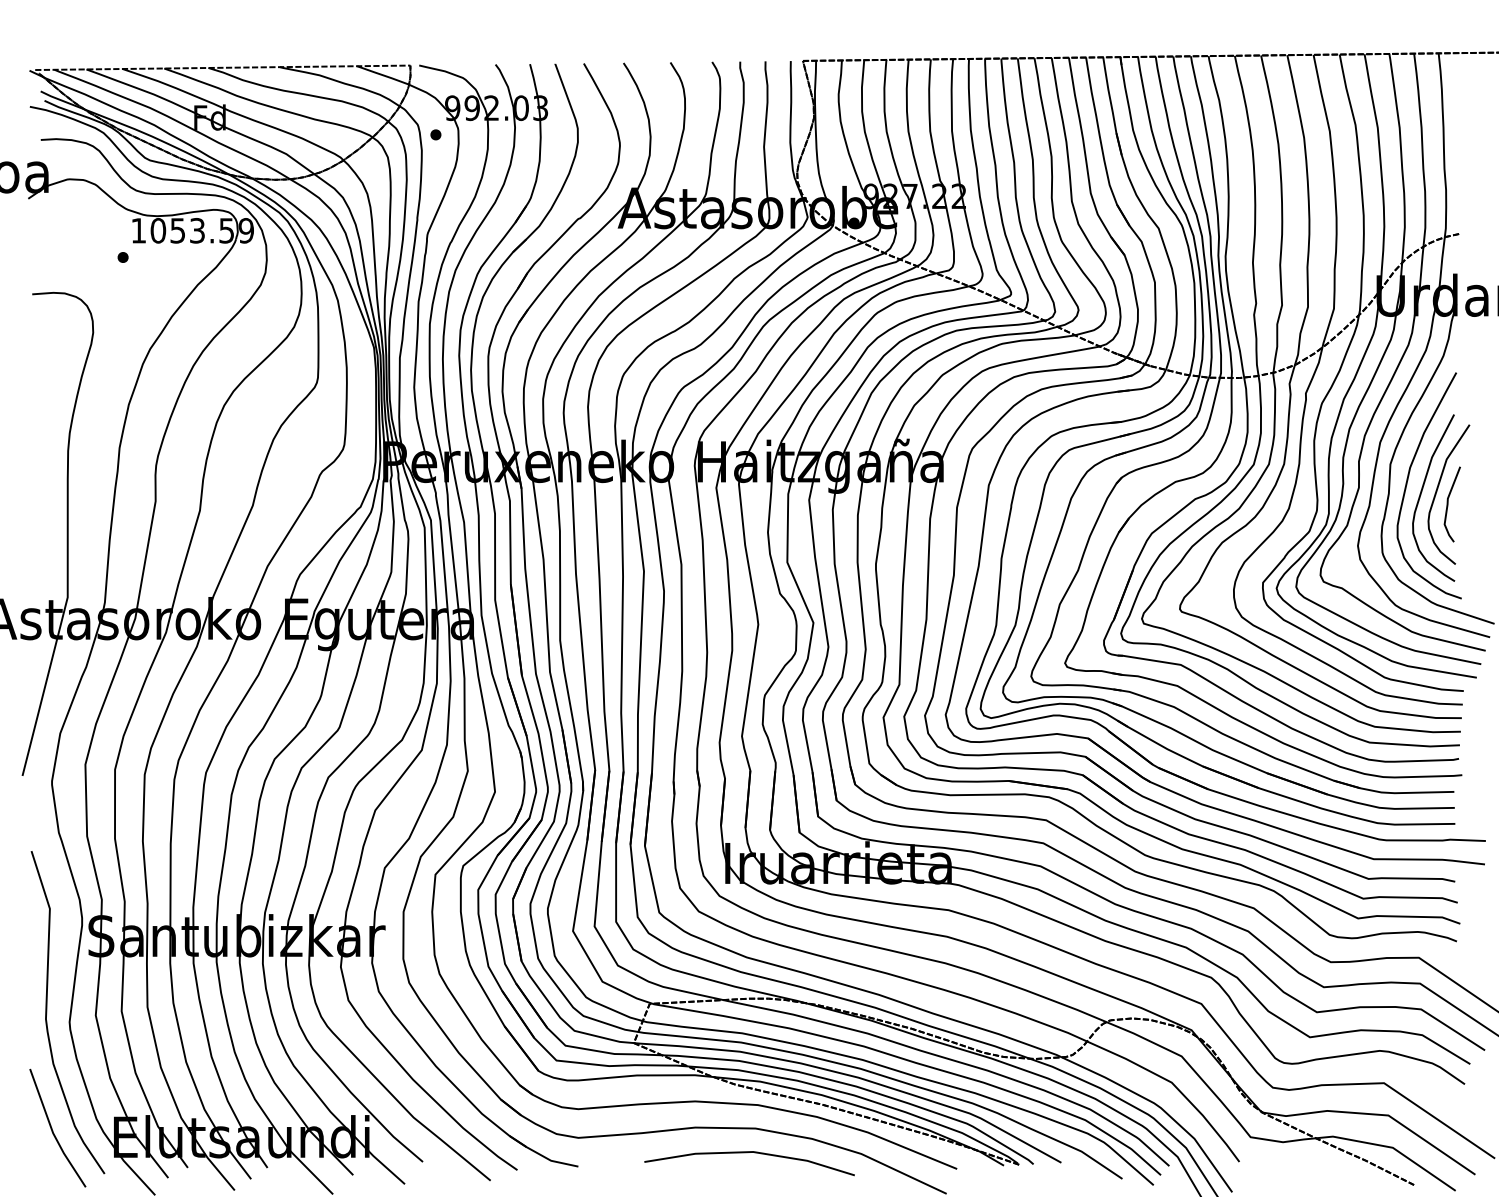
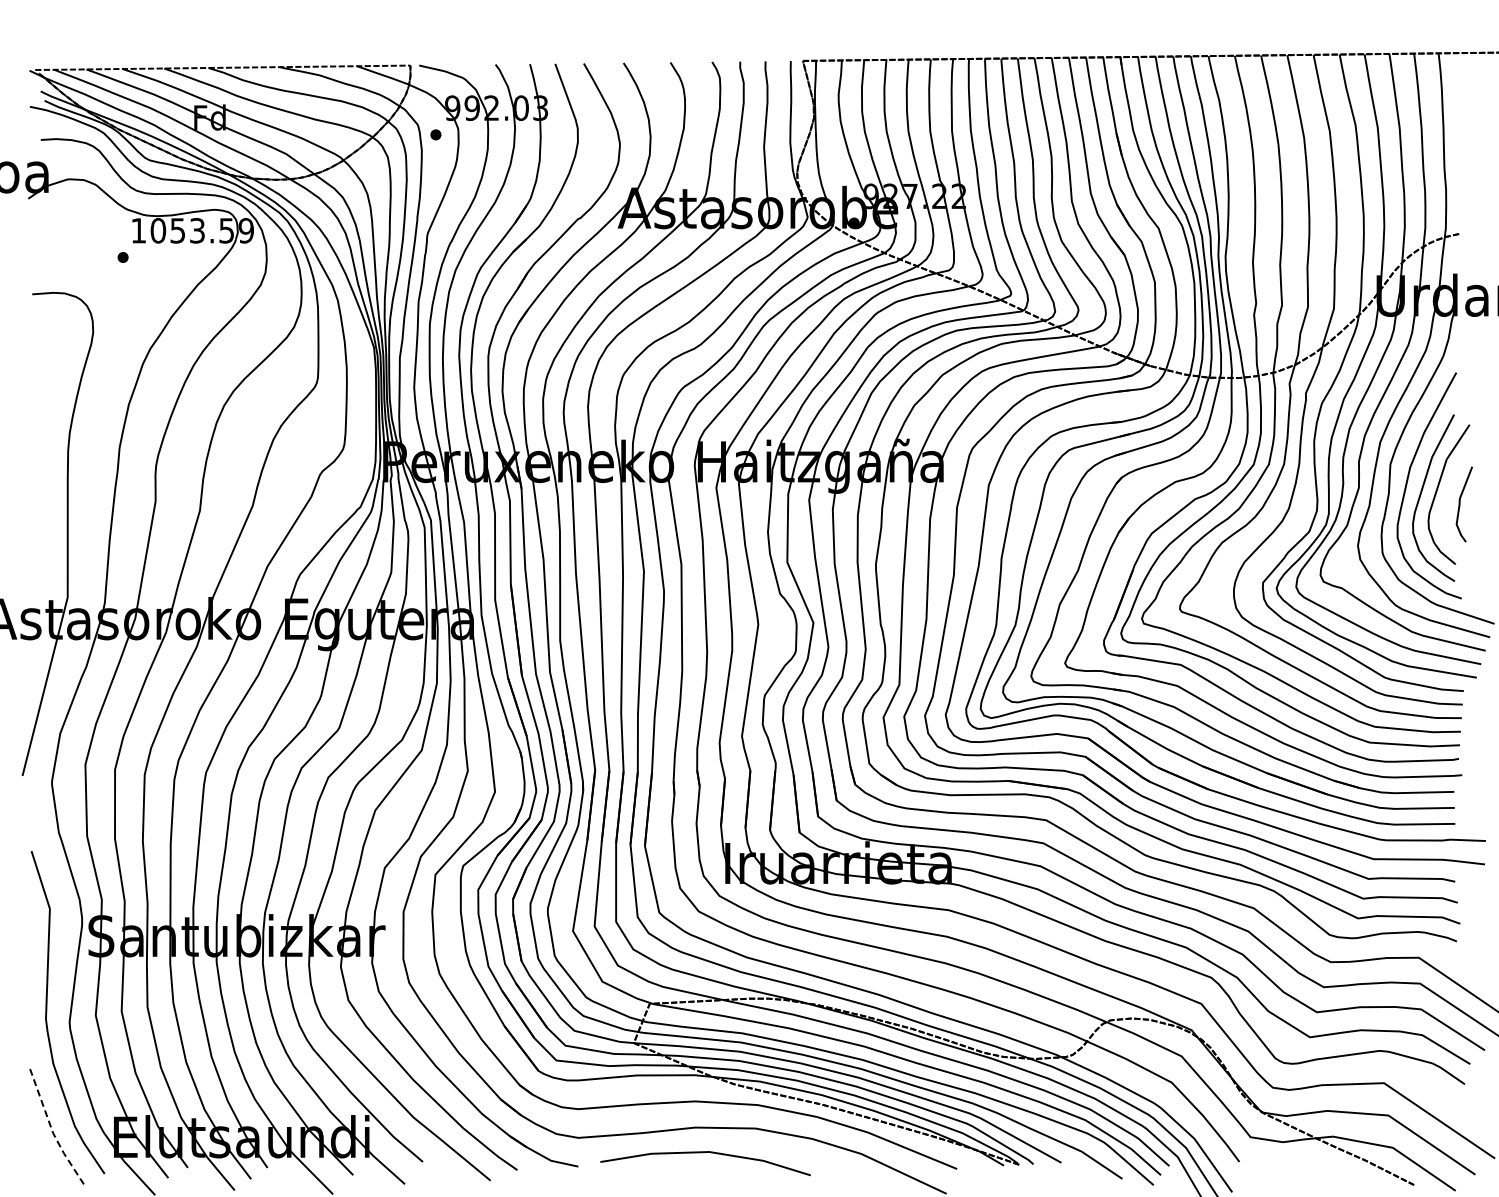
curve at (1448, 504) position: (1448, 504) -> (1460, 504)
line at (52, 1132): solid -> dashed
line at (747, 1153) position: (747, 1153) -> (703, 1153)
